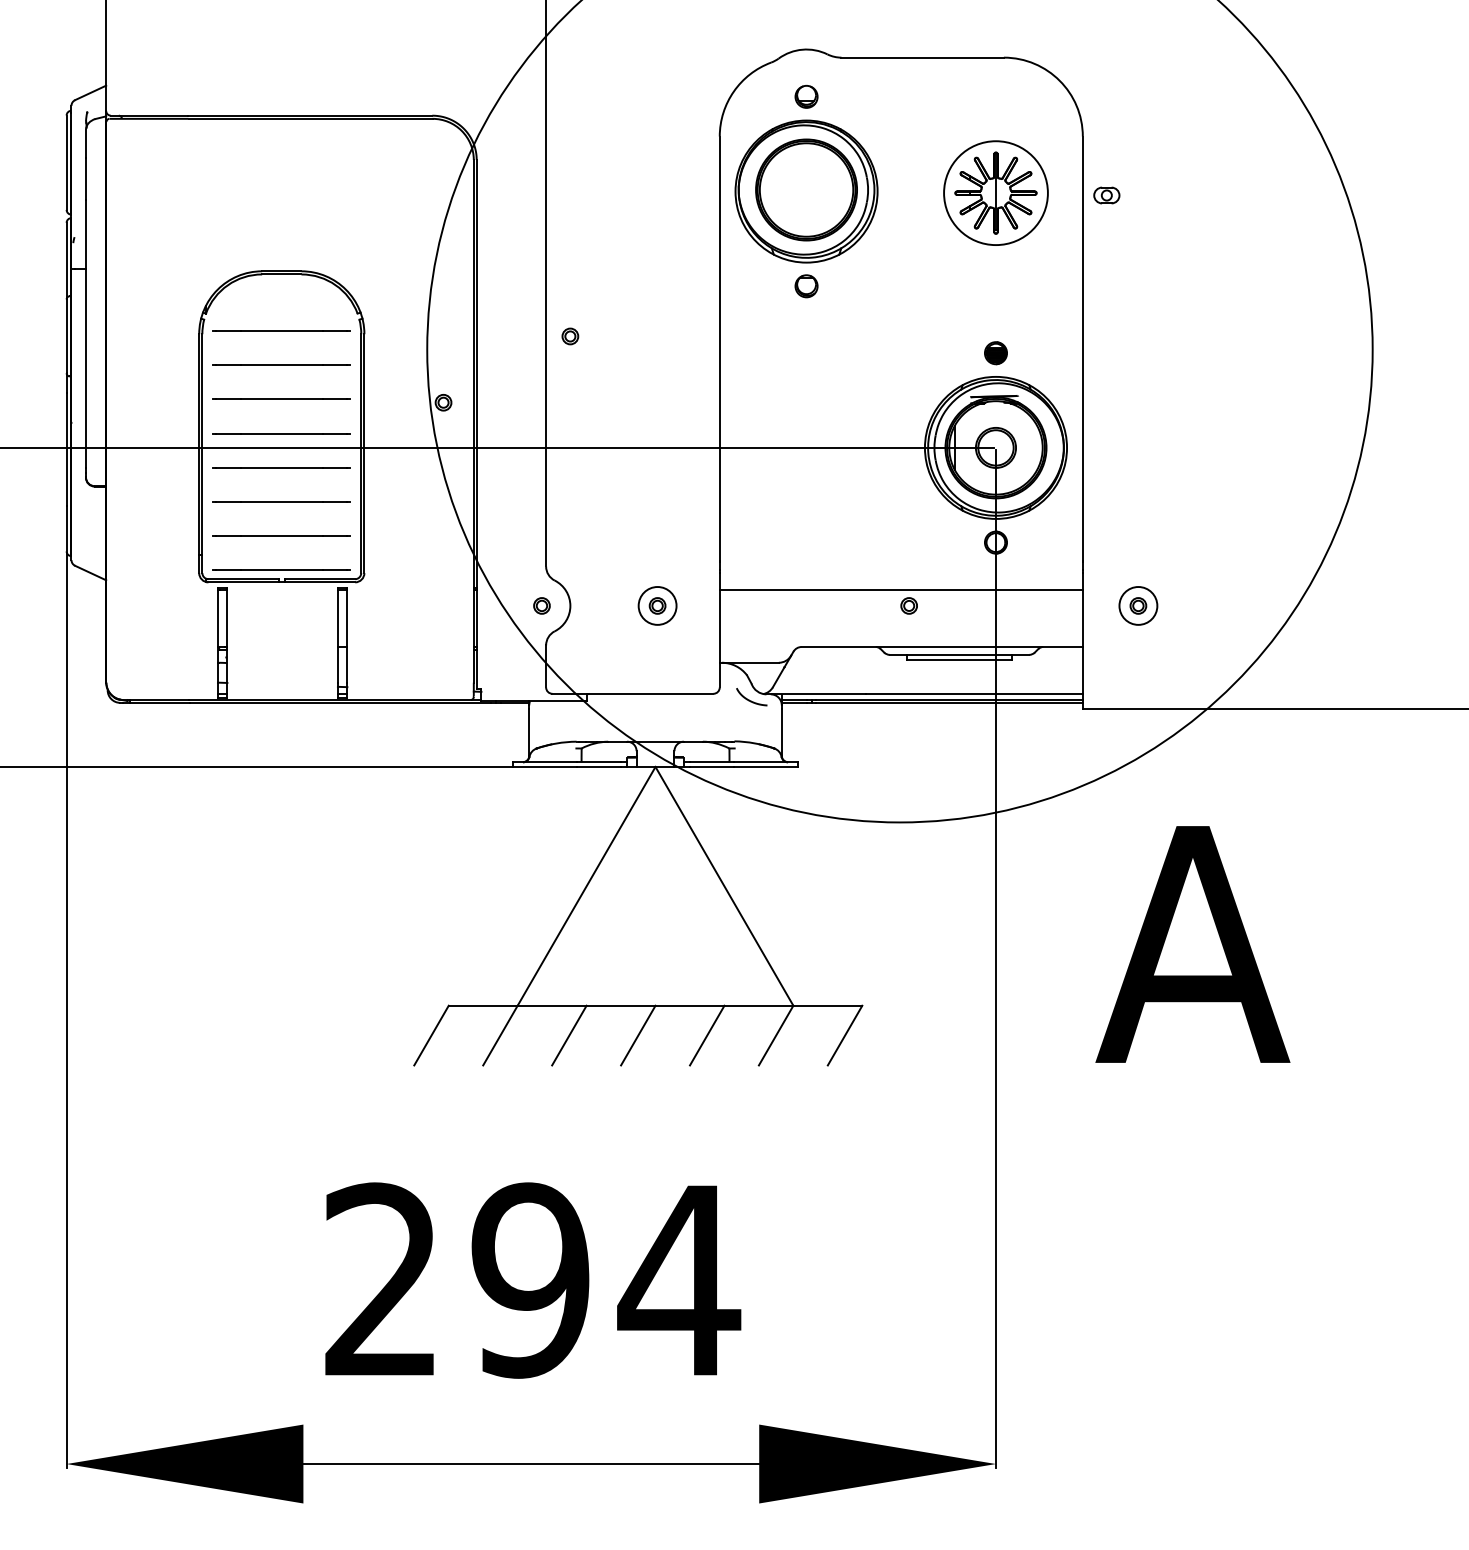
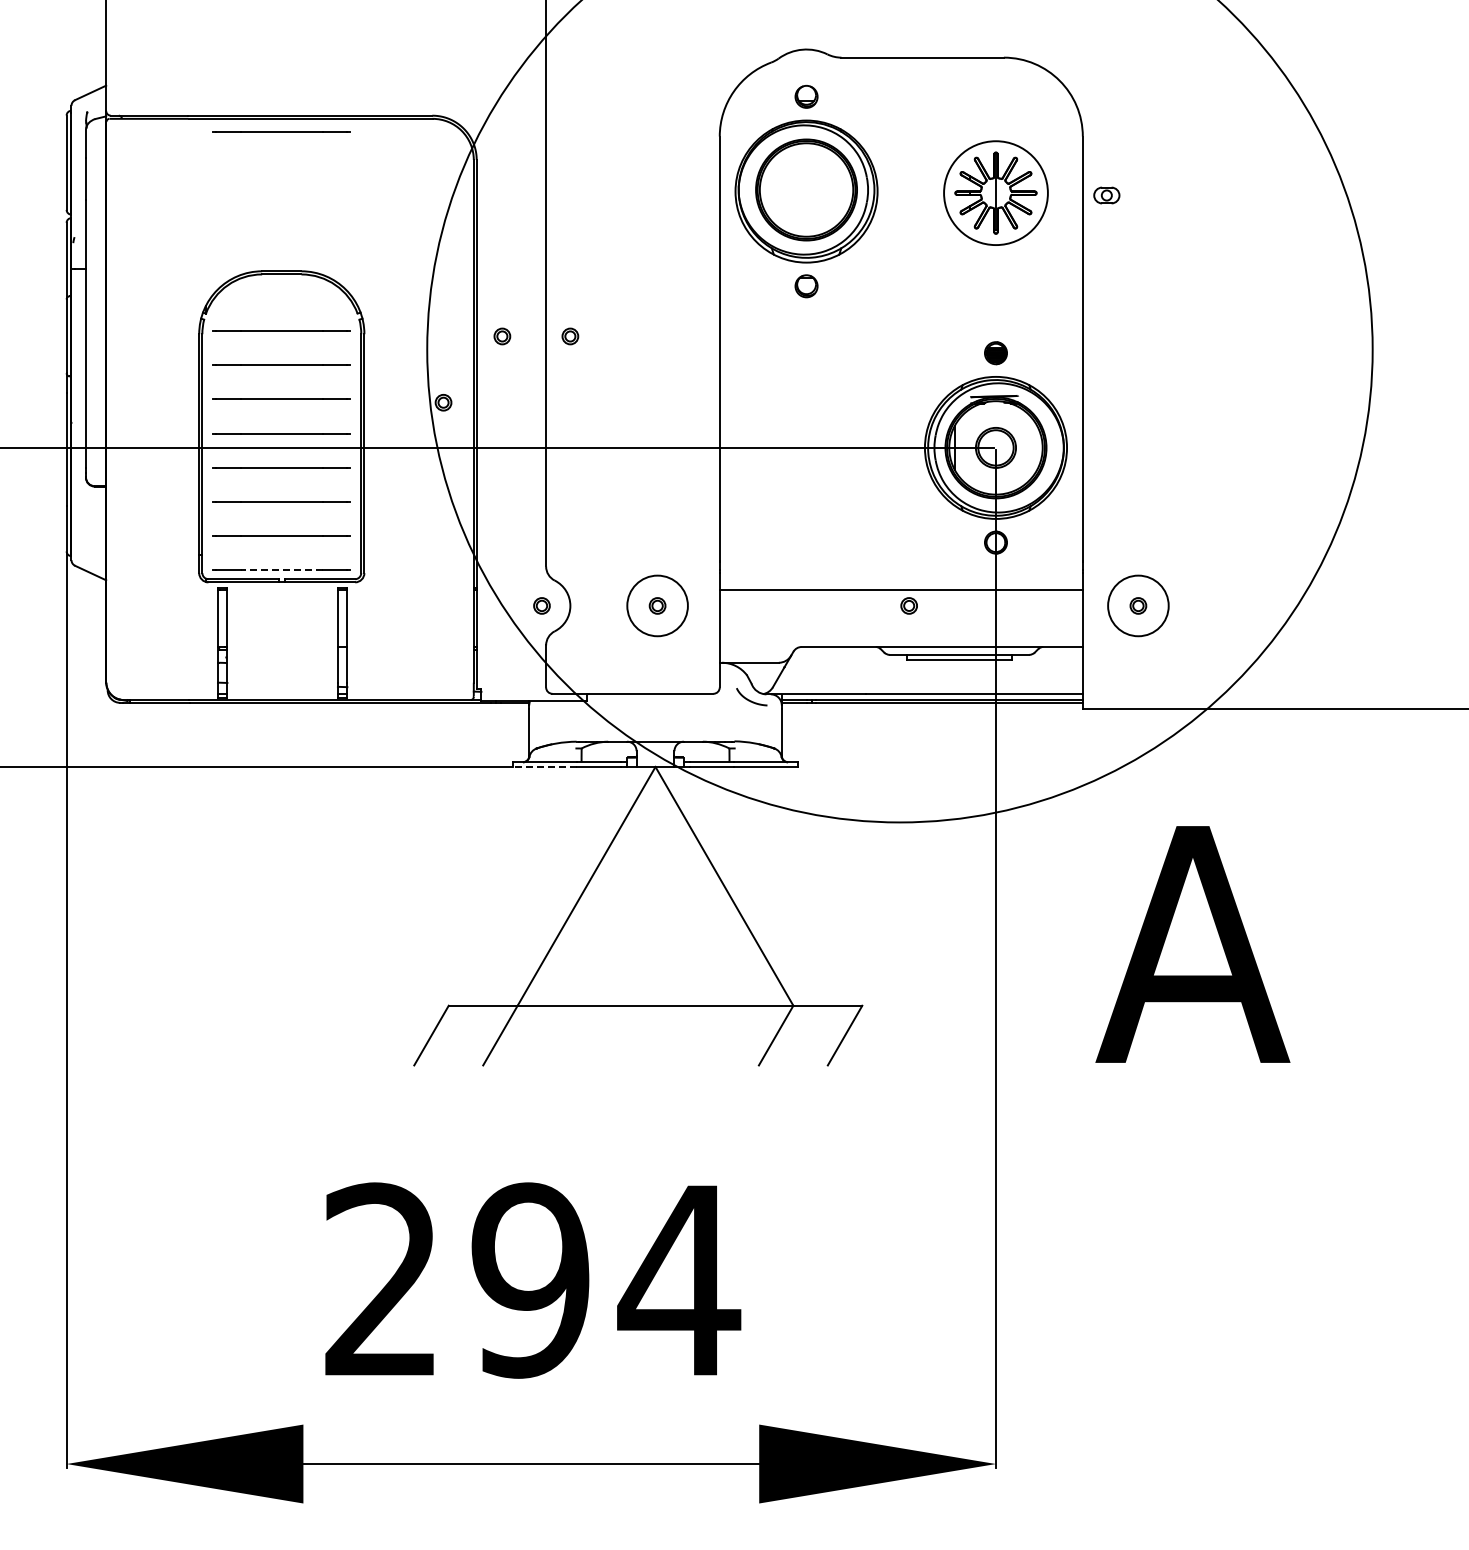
line at (281, 131): none -> present
part at (502, 336): none -> present
line at (281, 569): solid -> dashed
circle at (657, 605) diameter: 38 px -> 61 px
circle at (1138, 605) diameter: 38 px -> 61 px
line at (545, 766): solid -> dashed
line at (569, 1035): present -> none
line at (638, 1035): present -> none
line at (707, 1035): present -> none
